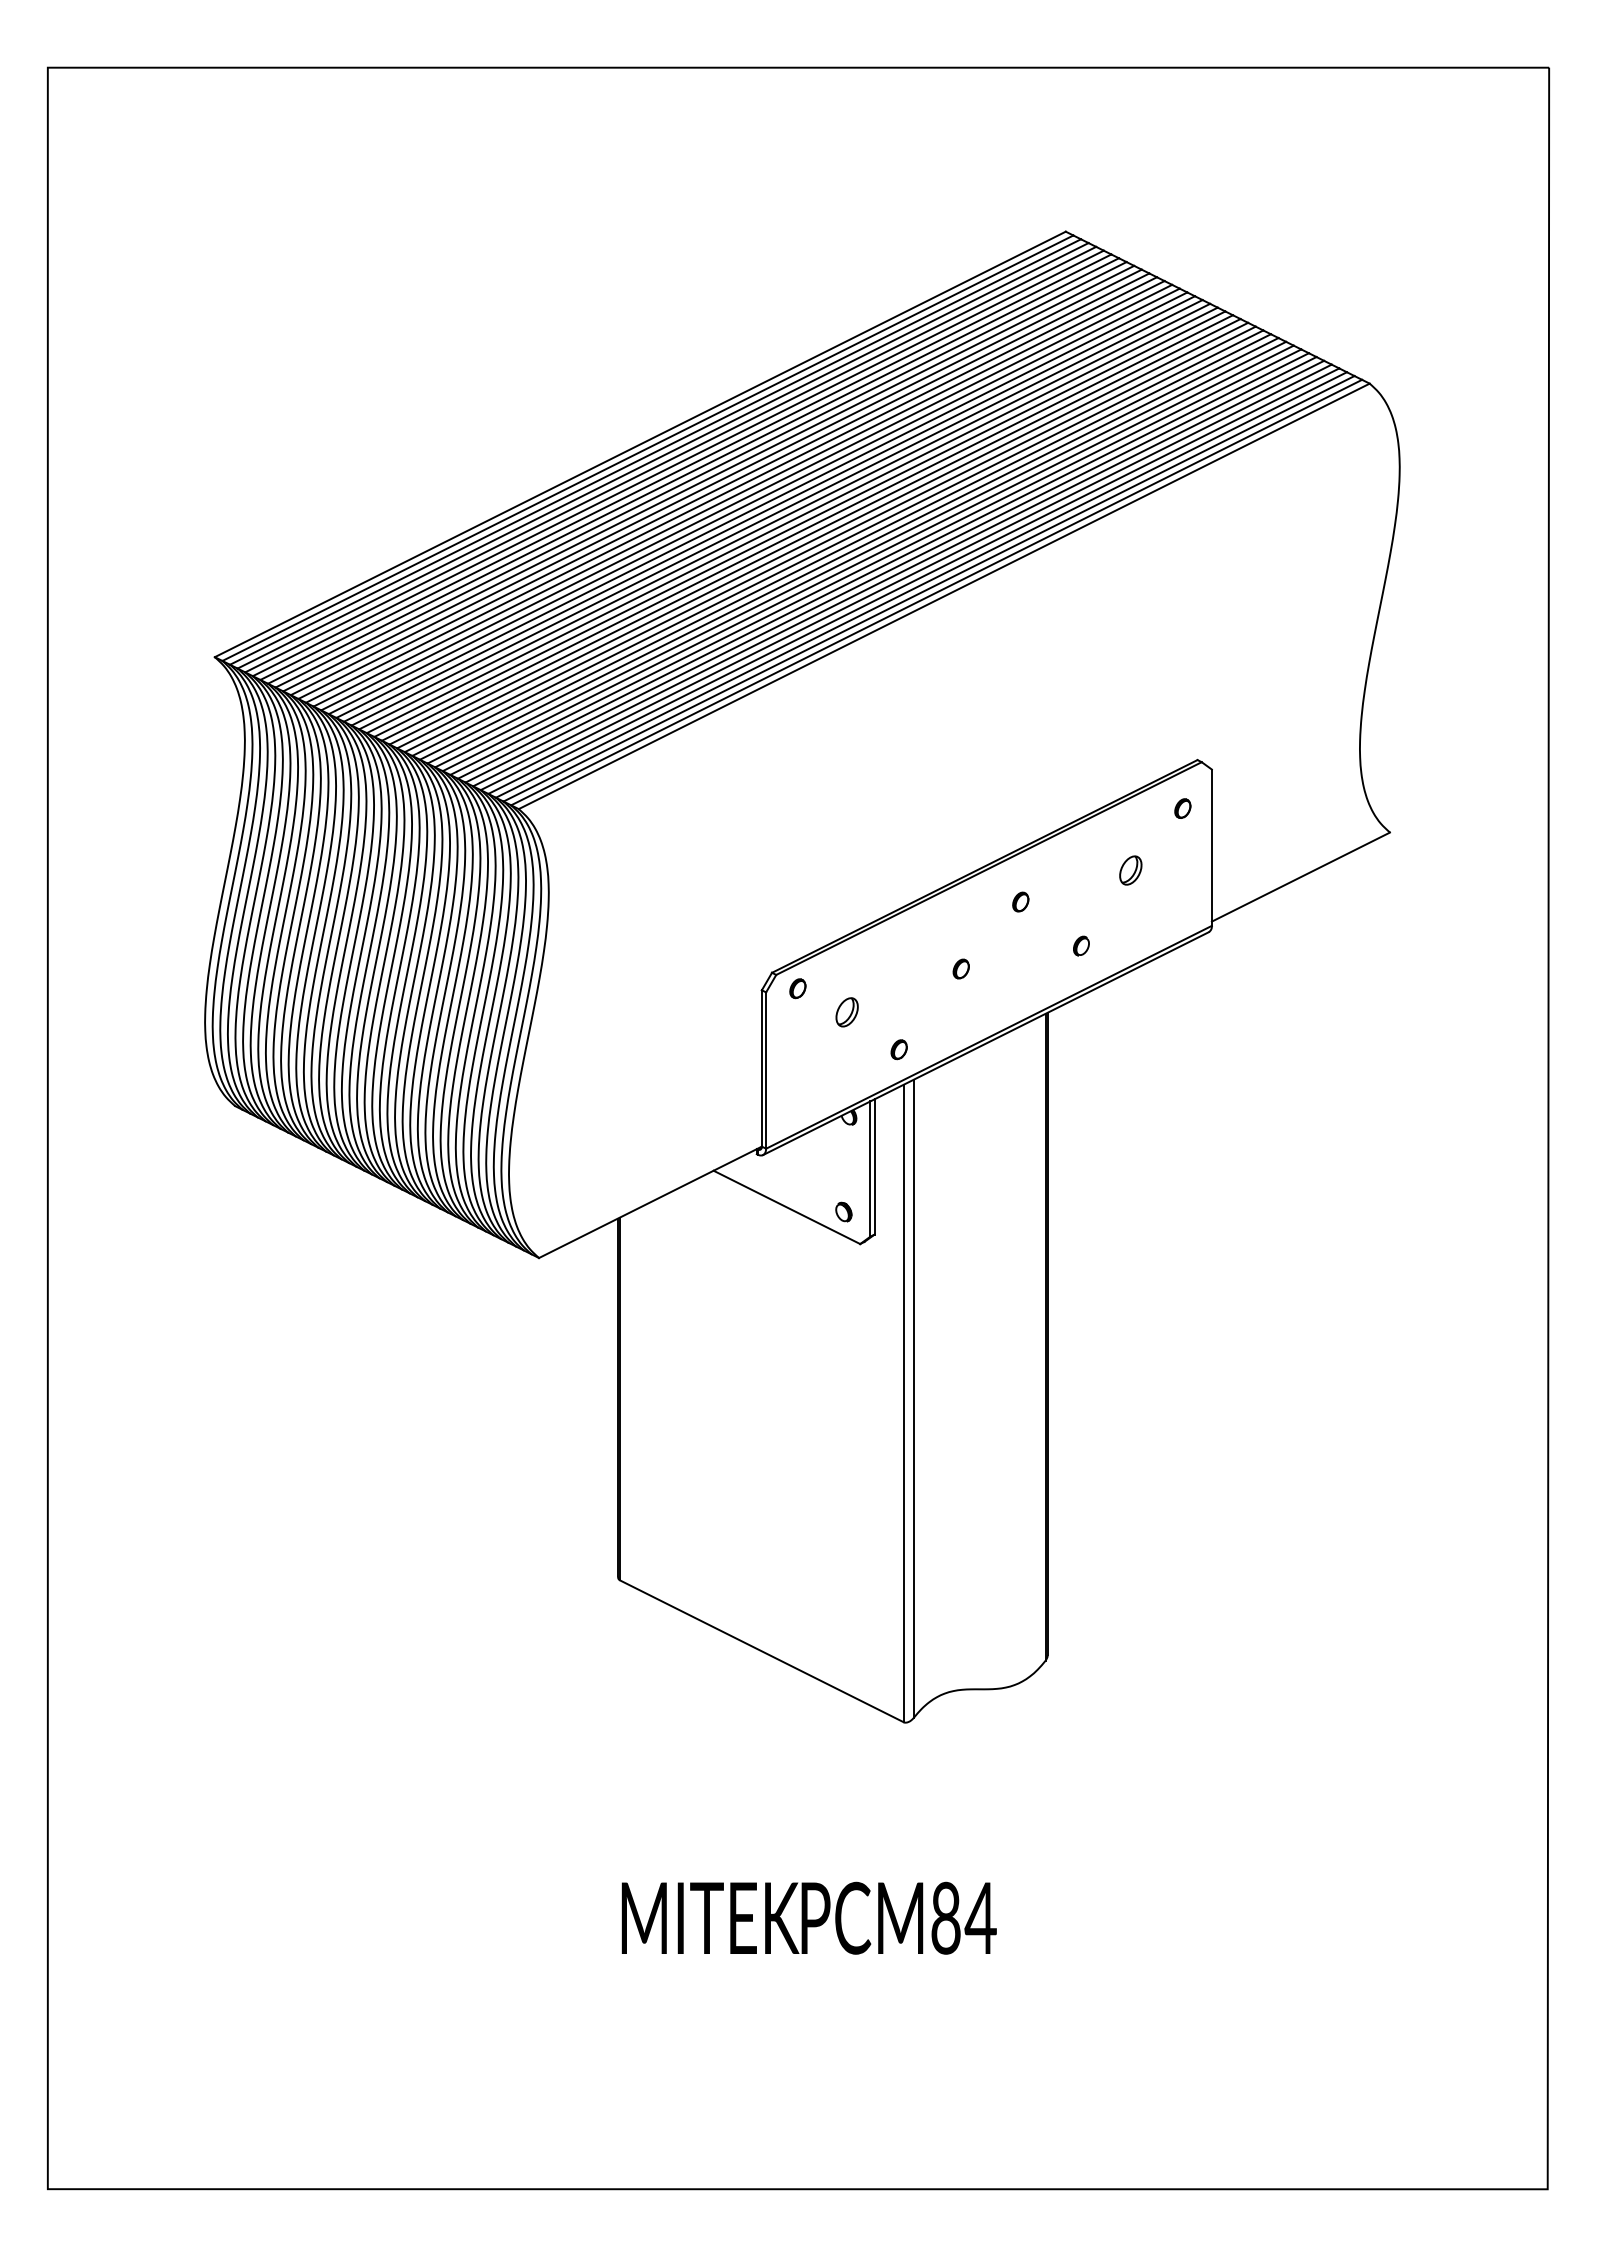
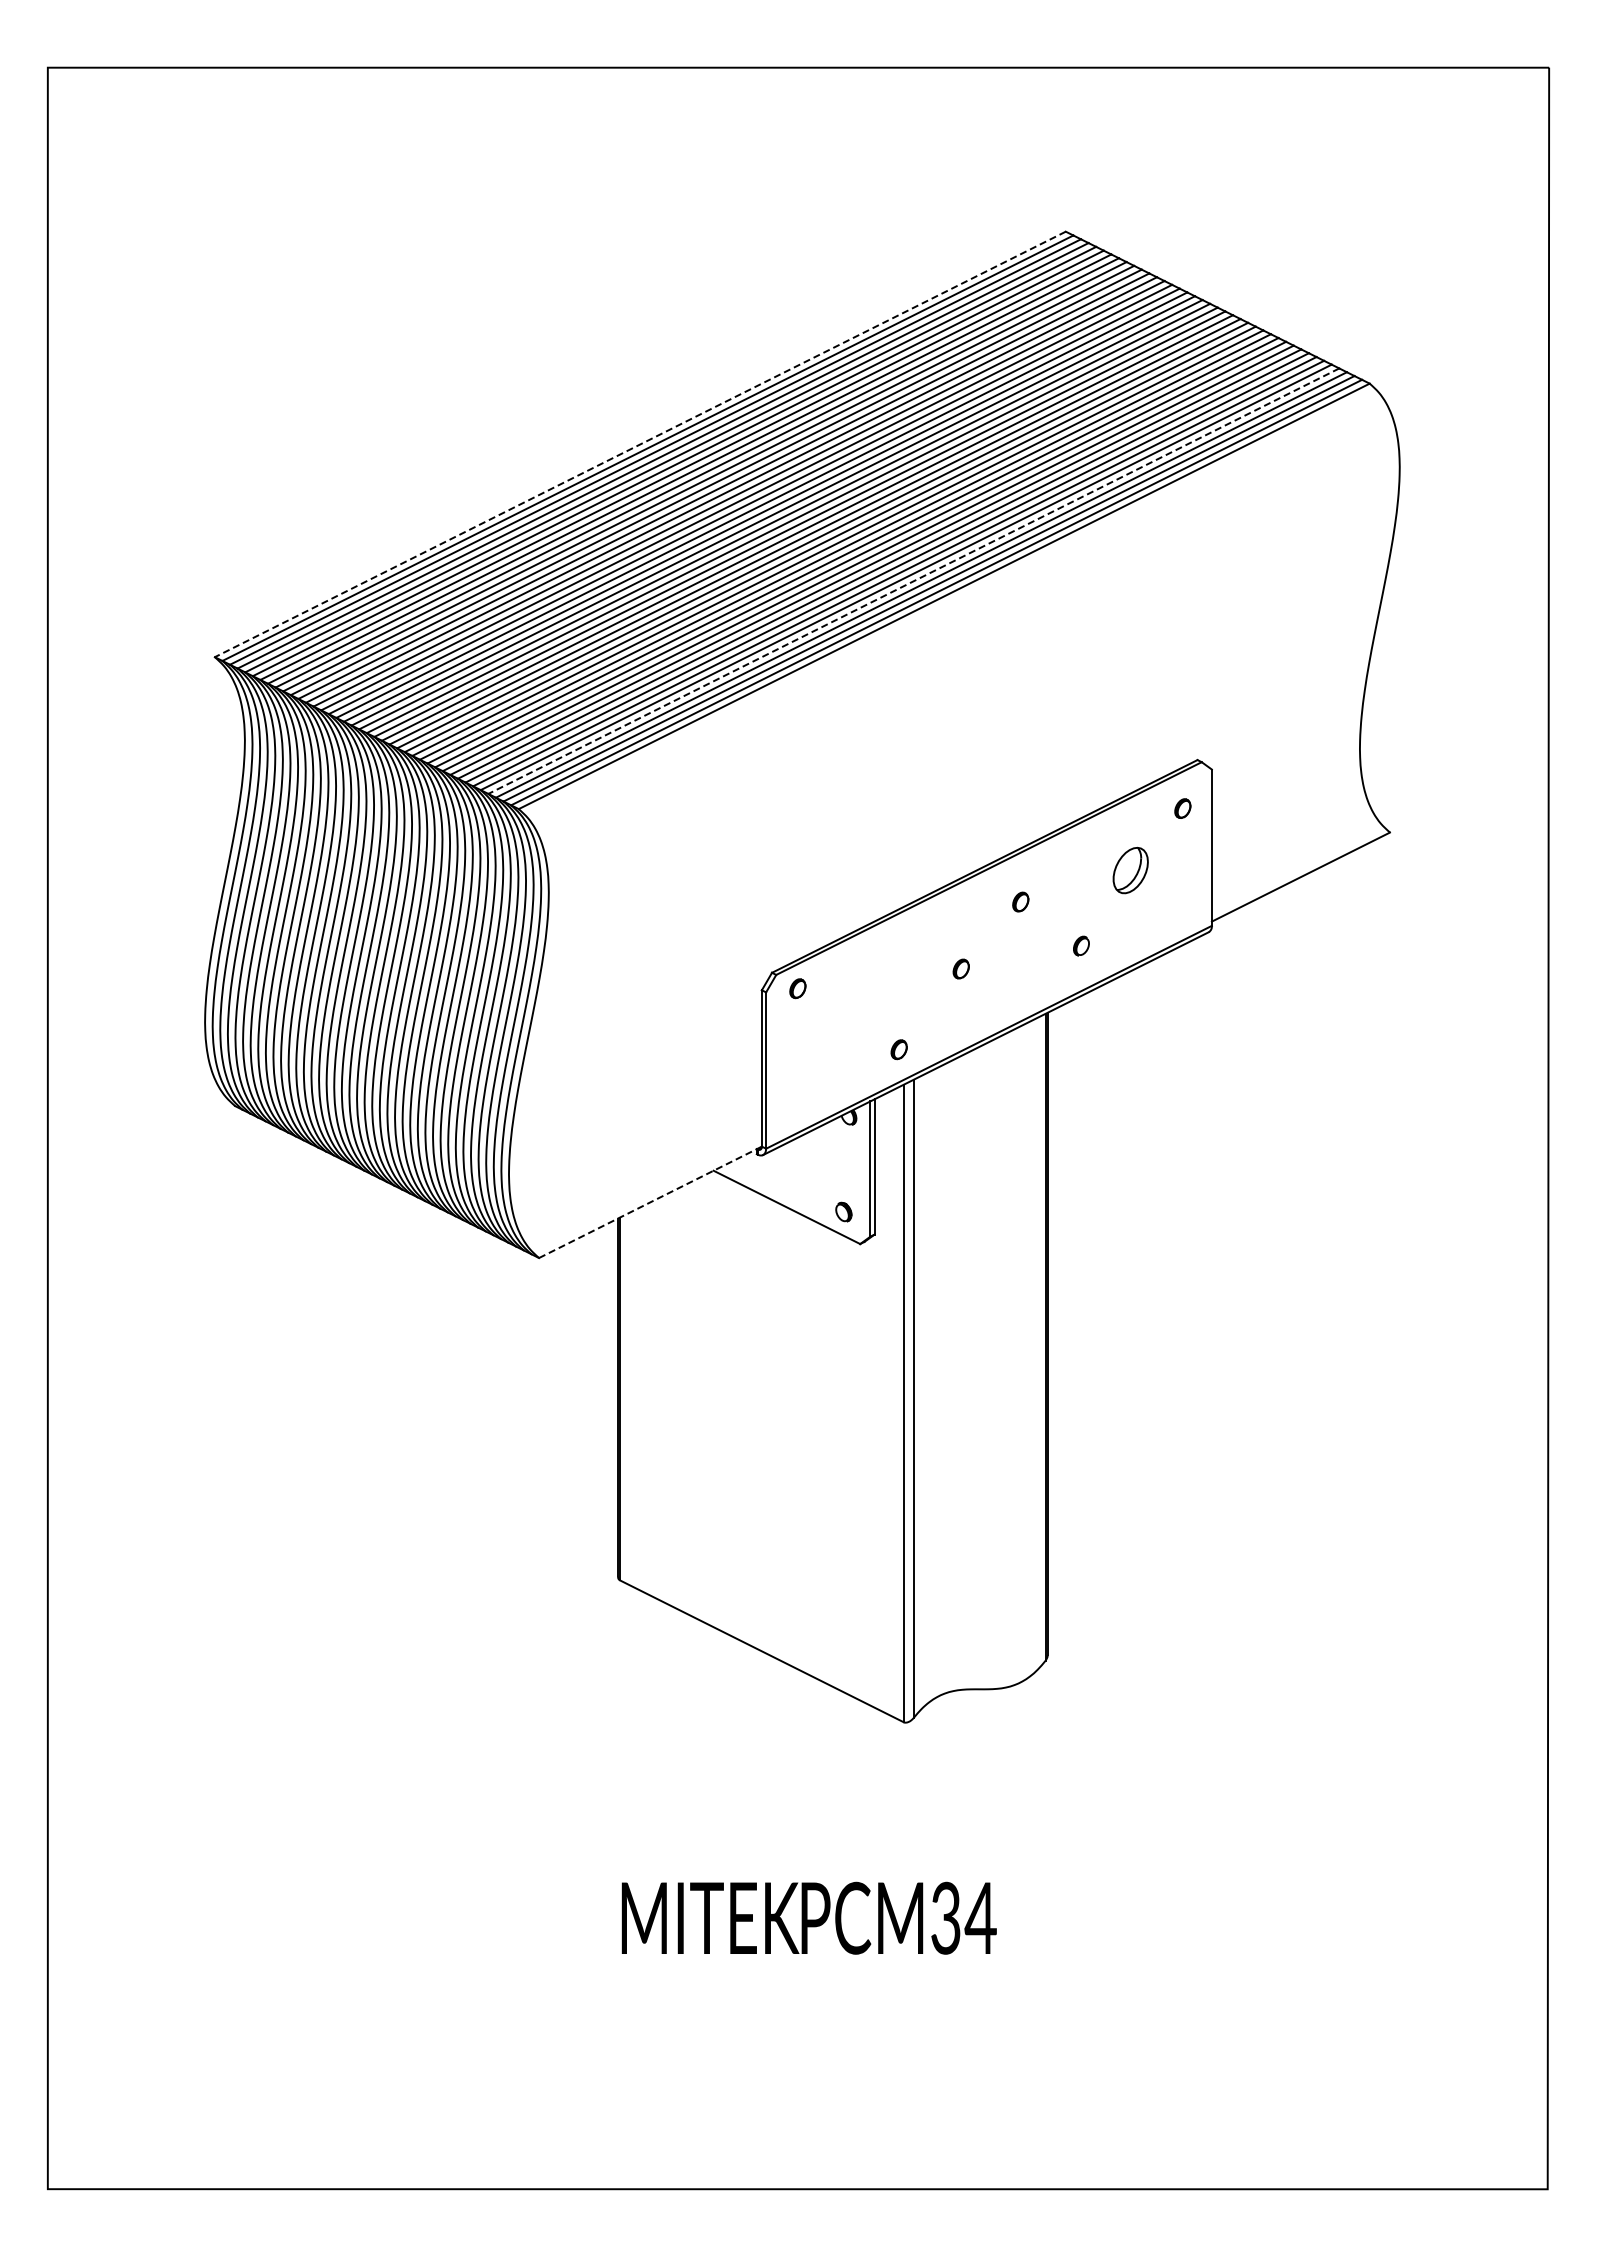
line at (640, 444): solid -> dashed
line at (913, 581): solid -> dashed
part at (1130, 870) size: 24x31 px -> 37x49 px
part at (846, 1012): present -> none
line at (650, 1202): solid -> dashed
text at (945, 1918): PCM84 -> PCM34
